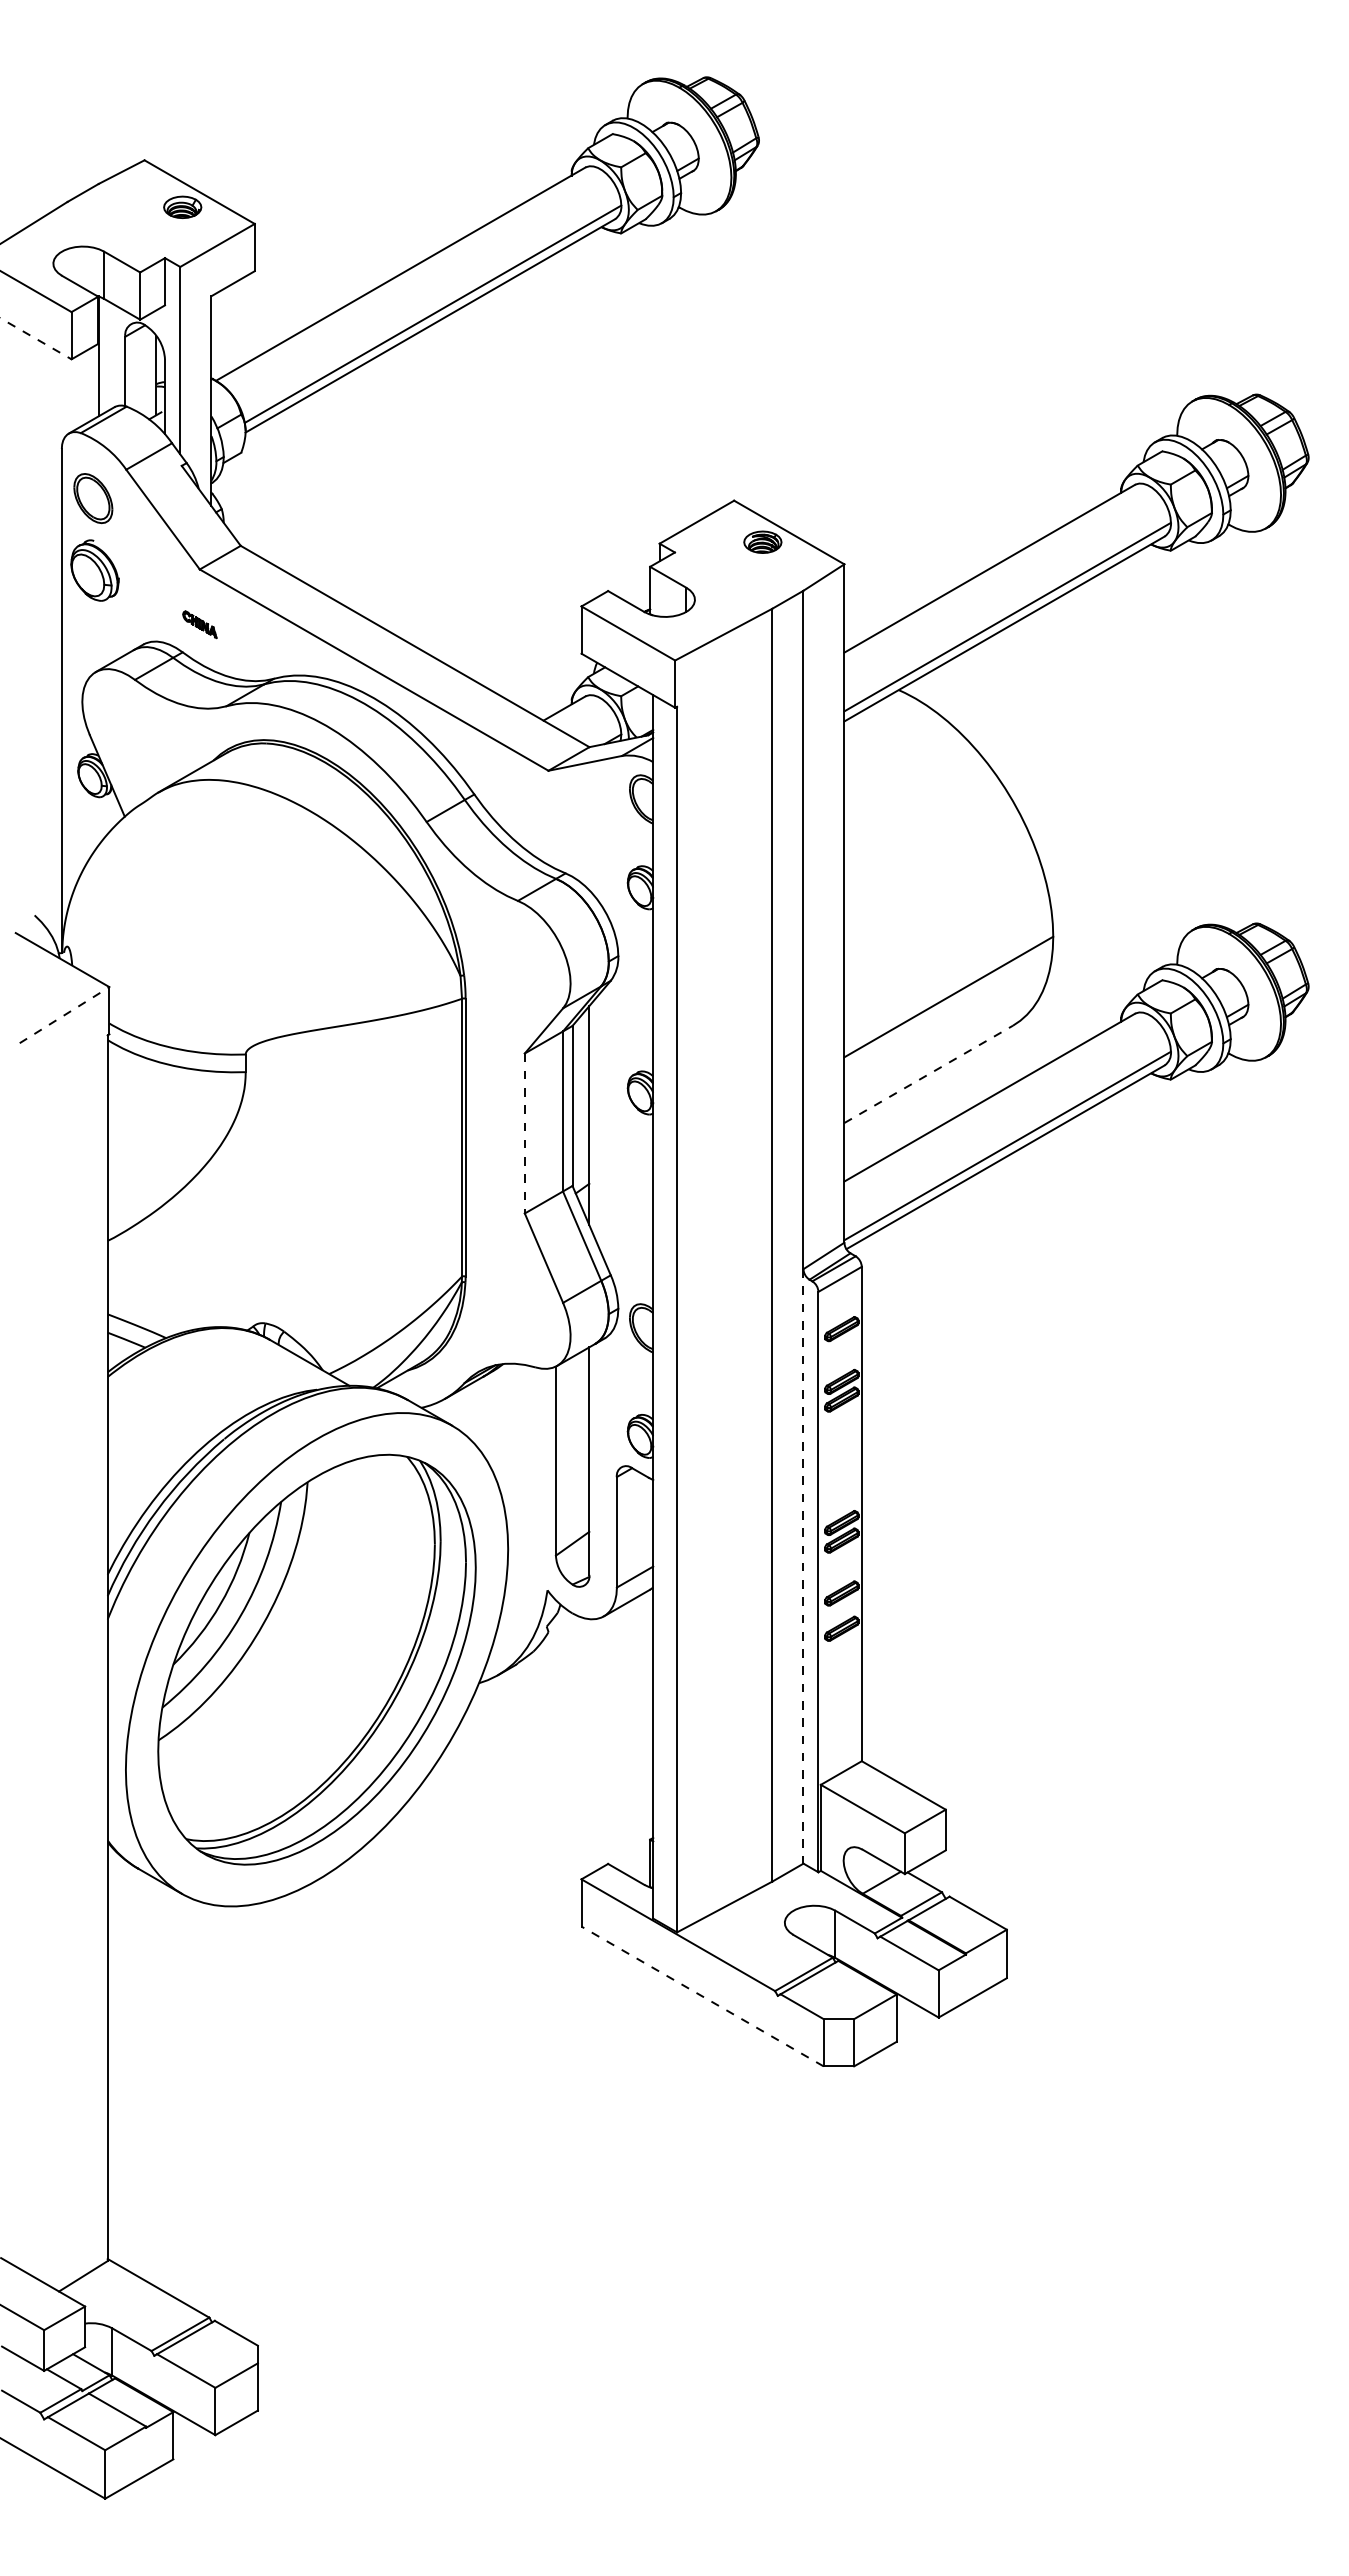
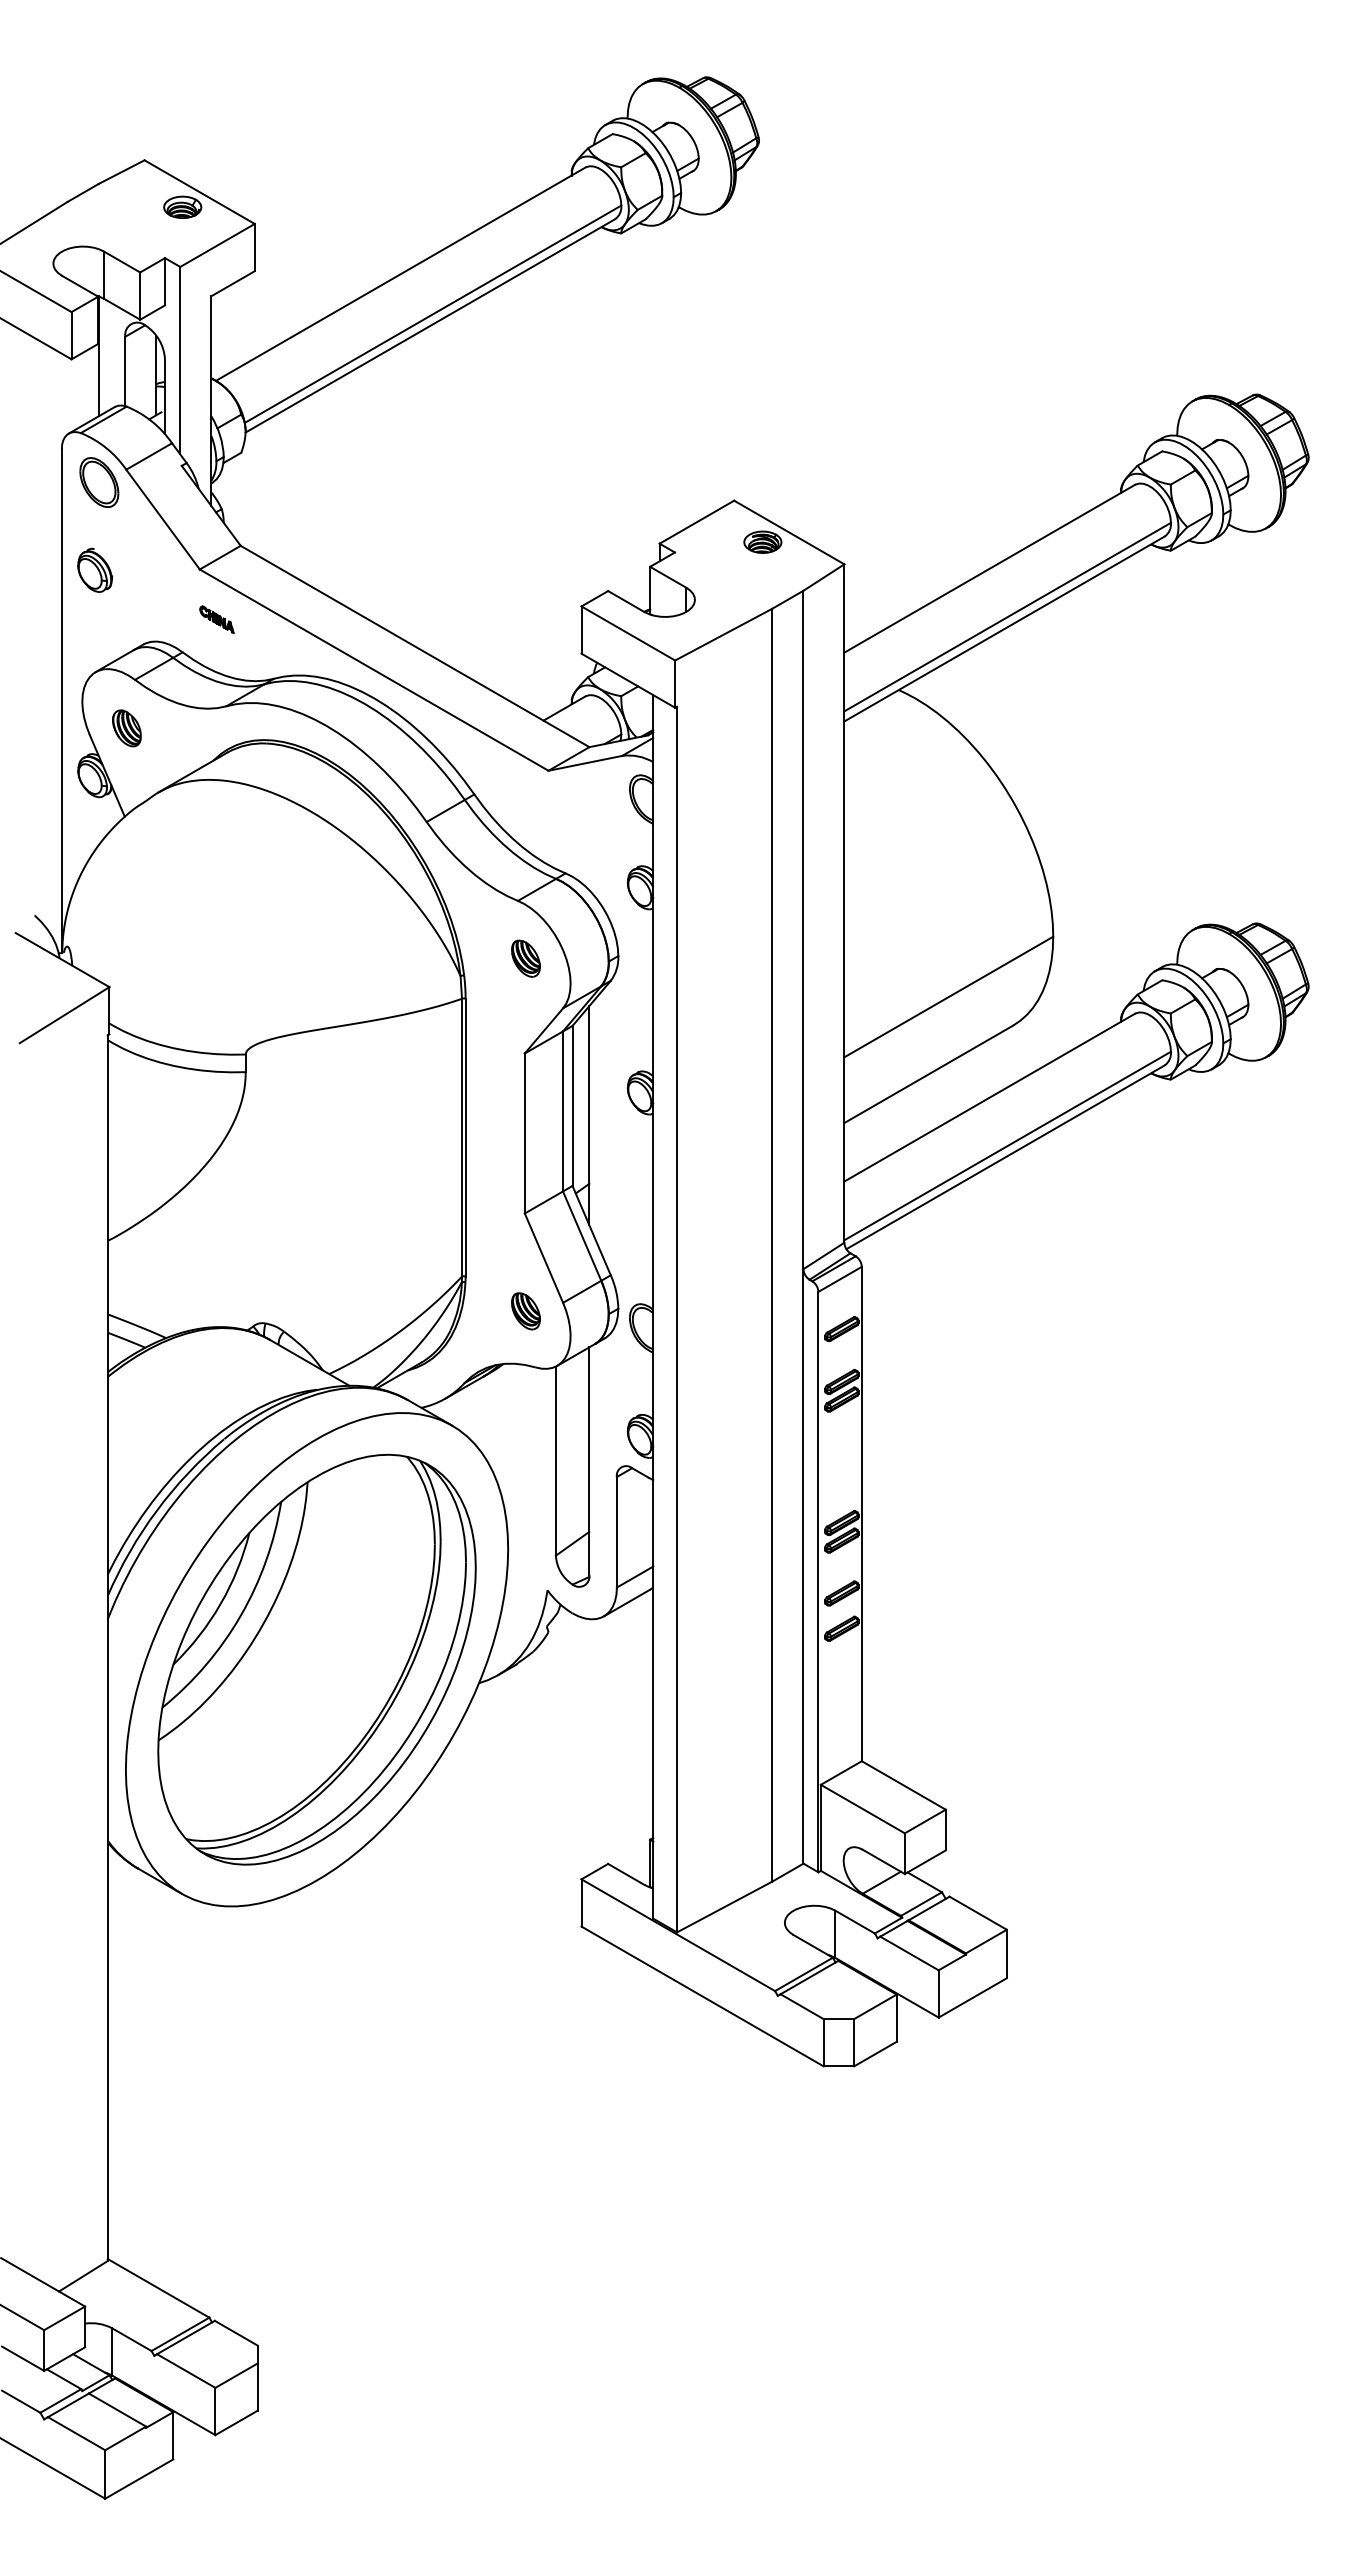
line at (36, 339): dashed -> solid
part at (93, 498) position: (93, 498) -> (99, 482)
part at (94, 570) size: 50x63 px -> 37x46 px
part at (199, 624) position: (199, 624) -> (216, 619)
part at (126, 728): none -> present
part at (525, 958): none -> present
line at (64, 1015): dashed -> solid
line at (929, 1074): dashed -> solid
line at (524, 1134): dashed -> solid
part at (525, 1311): none -> present
line at (803, 1566): dashed -> solid
line at (702, 1996): dashed -> solid
